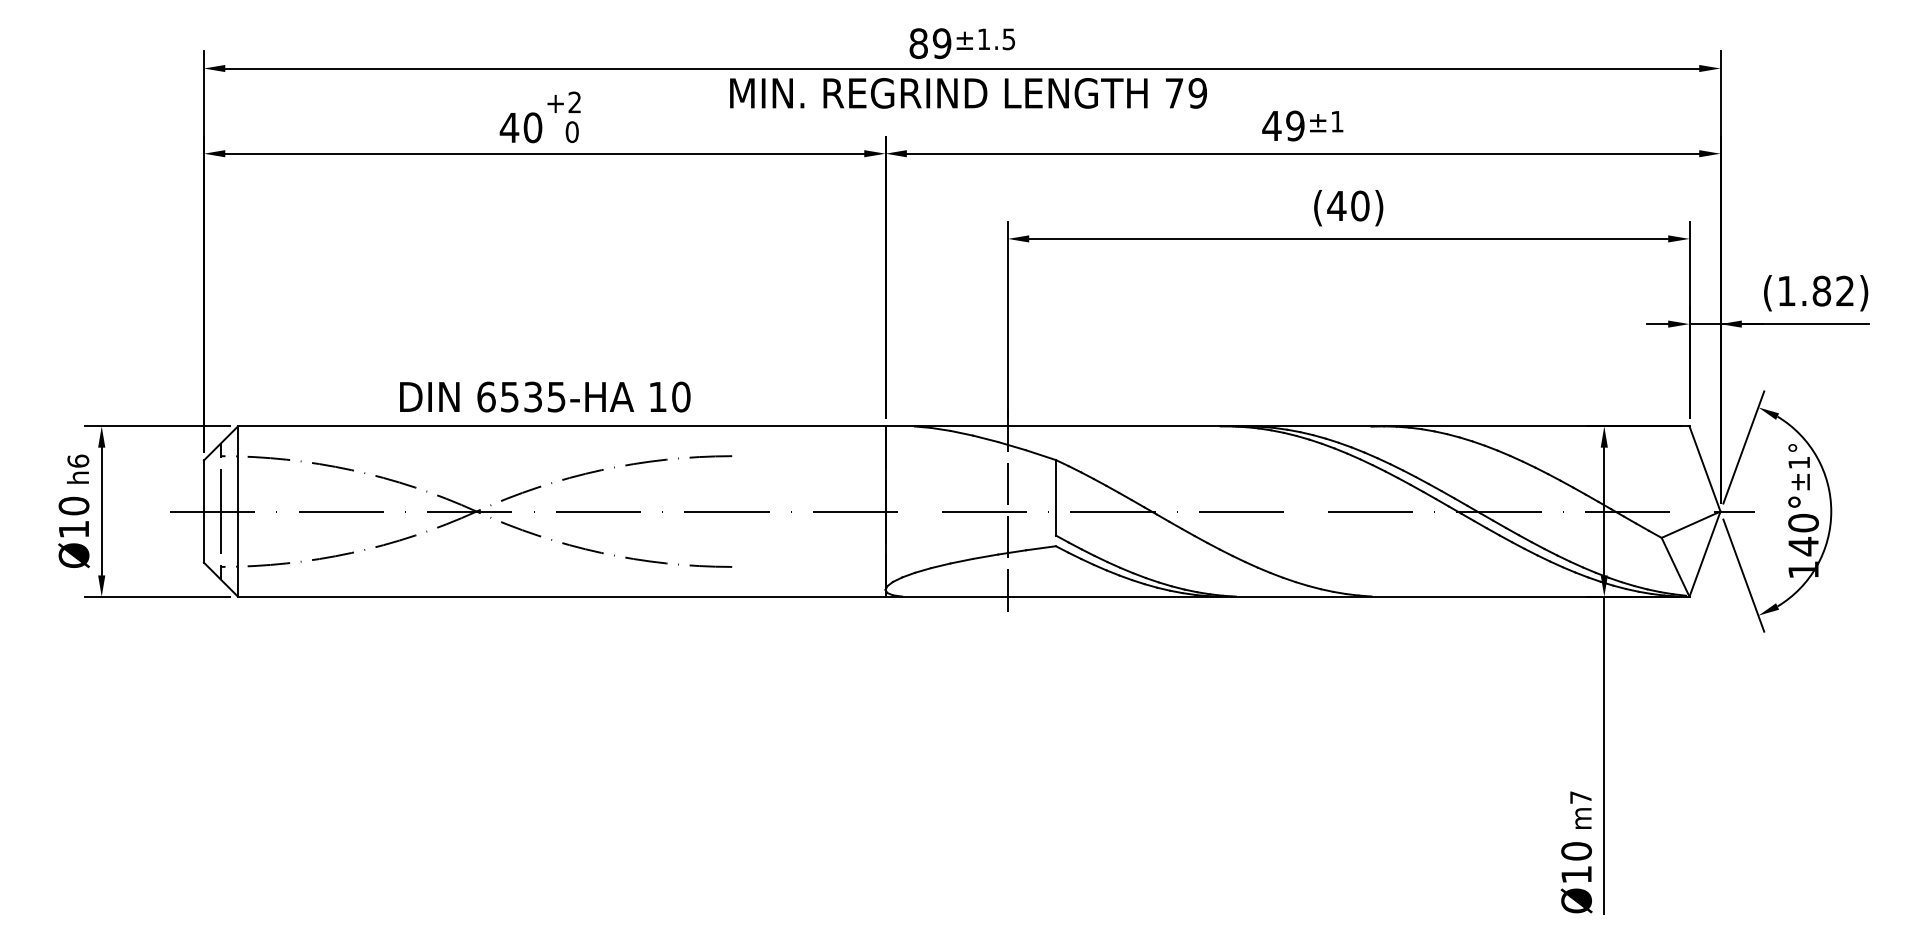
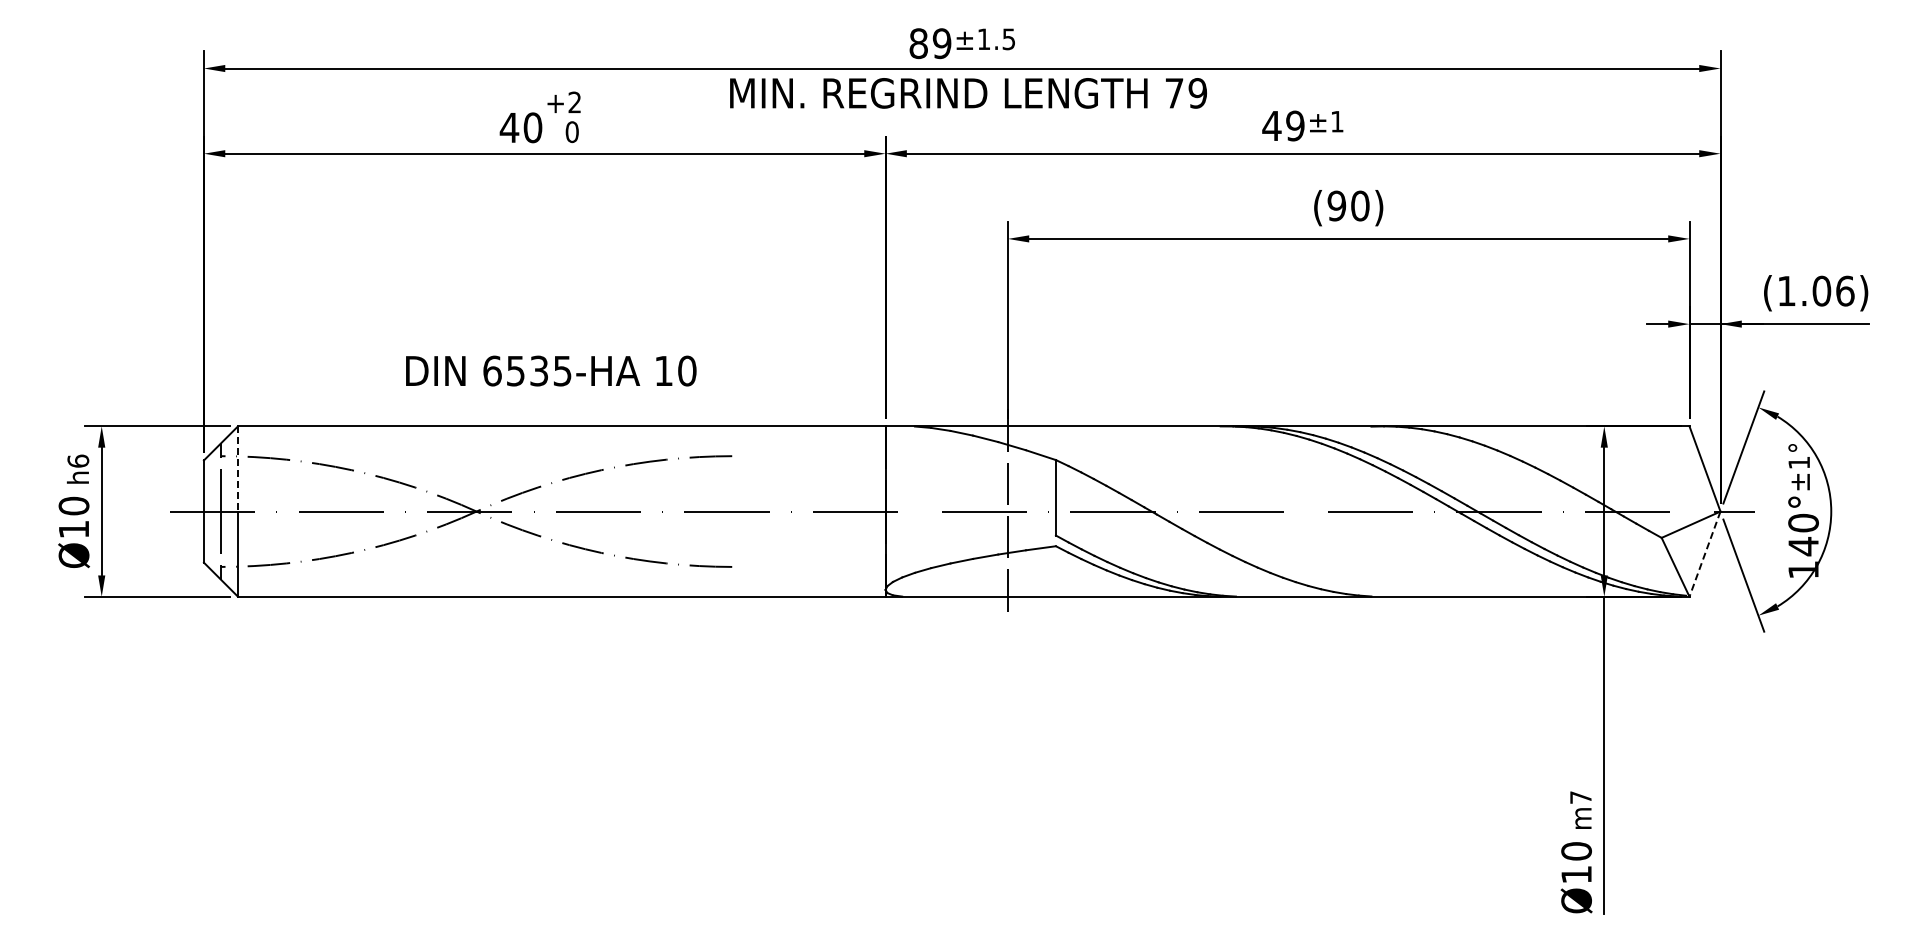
text at (1336, 205): (40) -> (90)
text at (1833, 290): (1.82) -> (1.06)
text at (545, 396) position: (545, 396) -> (551, 370)
line at (238, 468): solid -> dashed
line at (1704, 554): solid -> dashed
